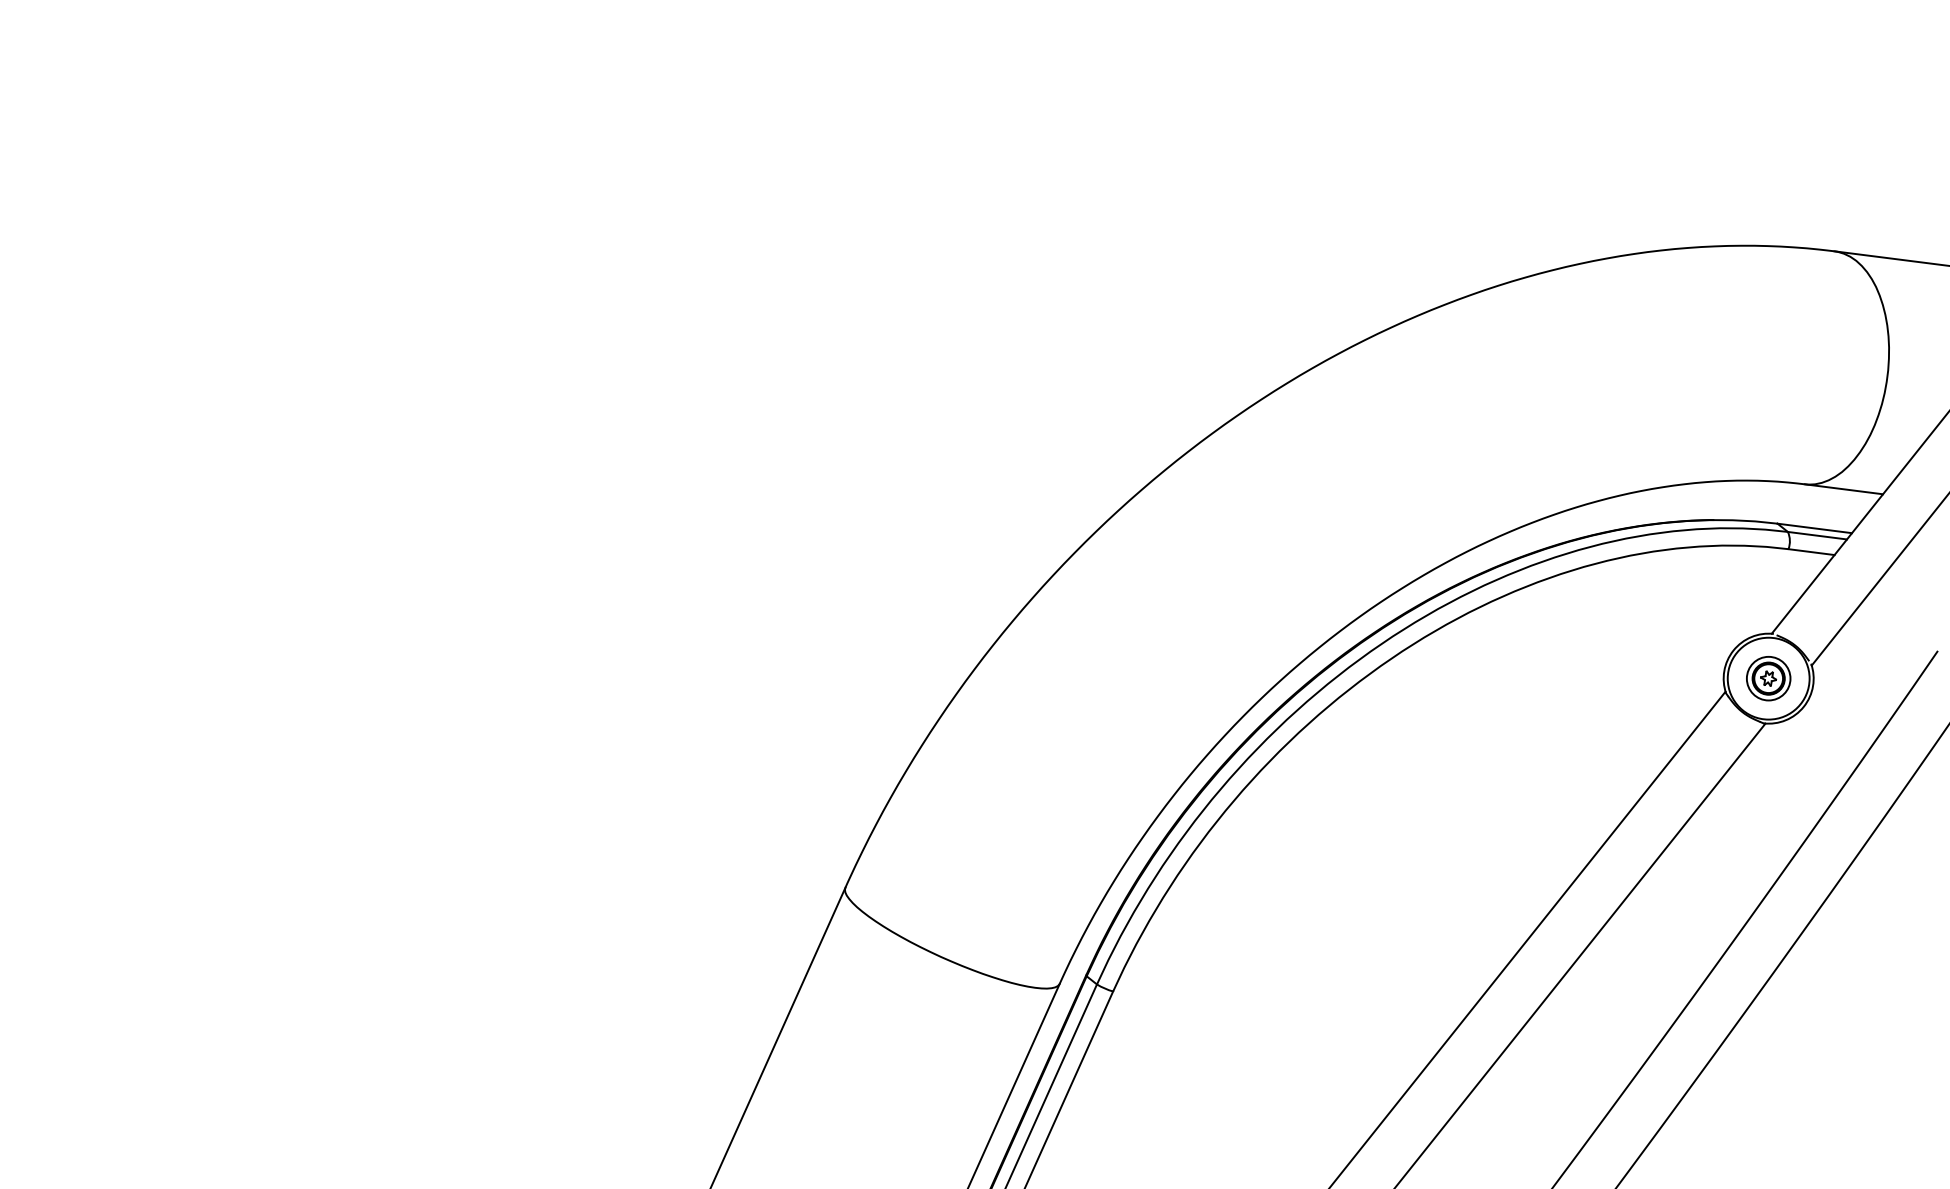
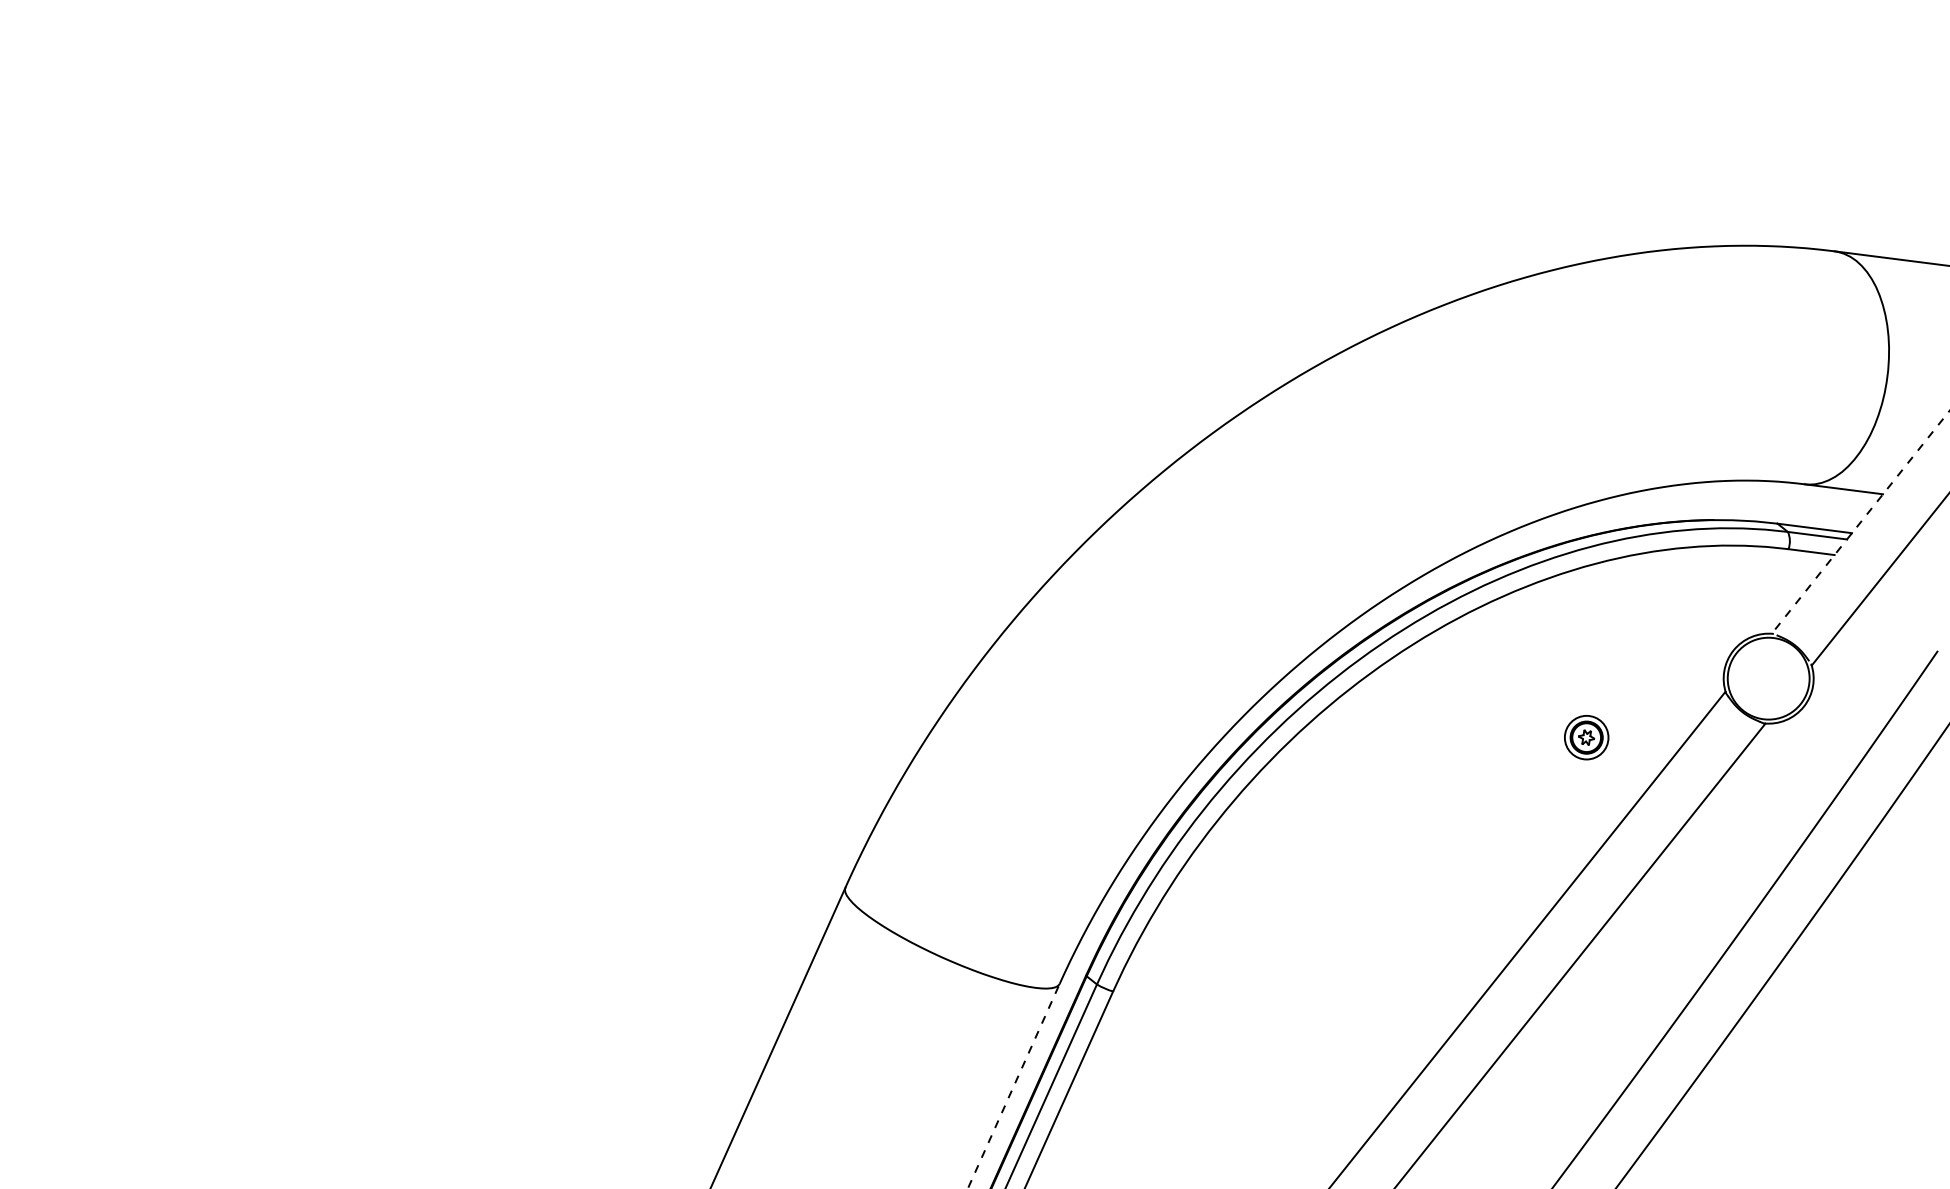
line at (1860, 522): solid -> dashed
part at (1768, 678) position: (1768, 678) -> (1586, 737)
line at (1013, 1086): solid -> dashed
